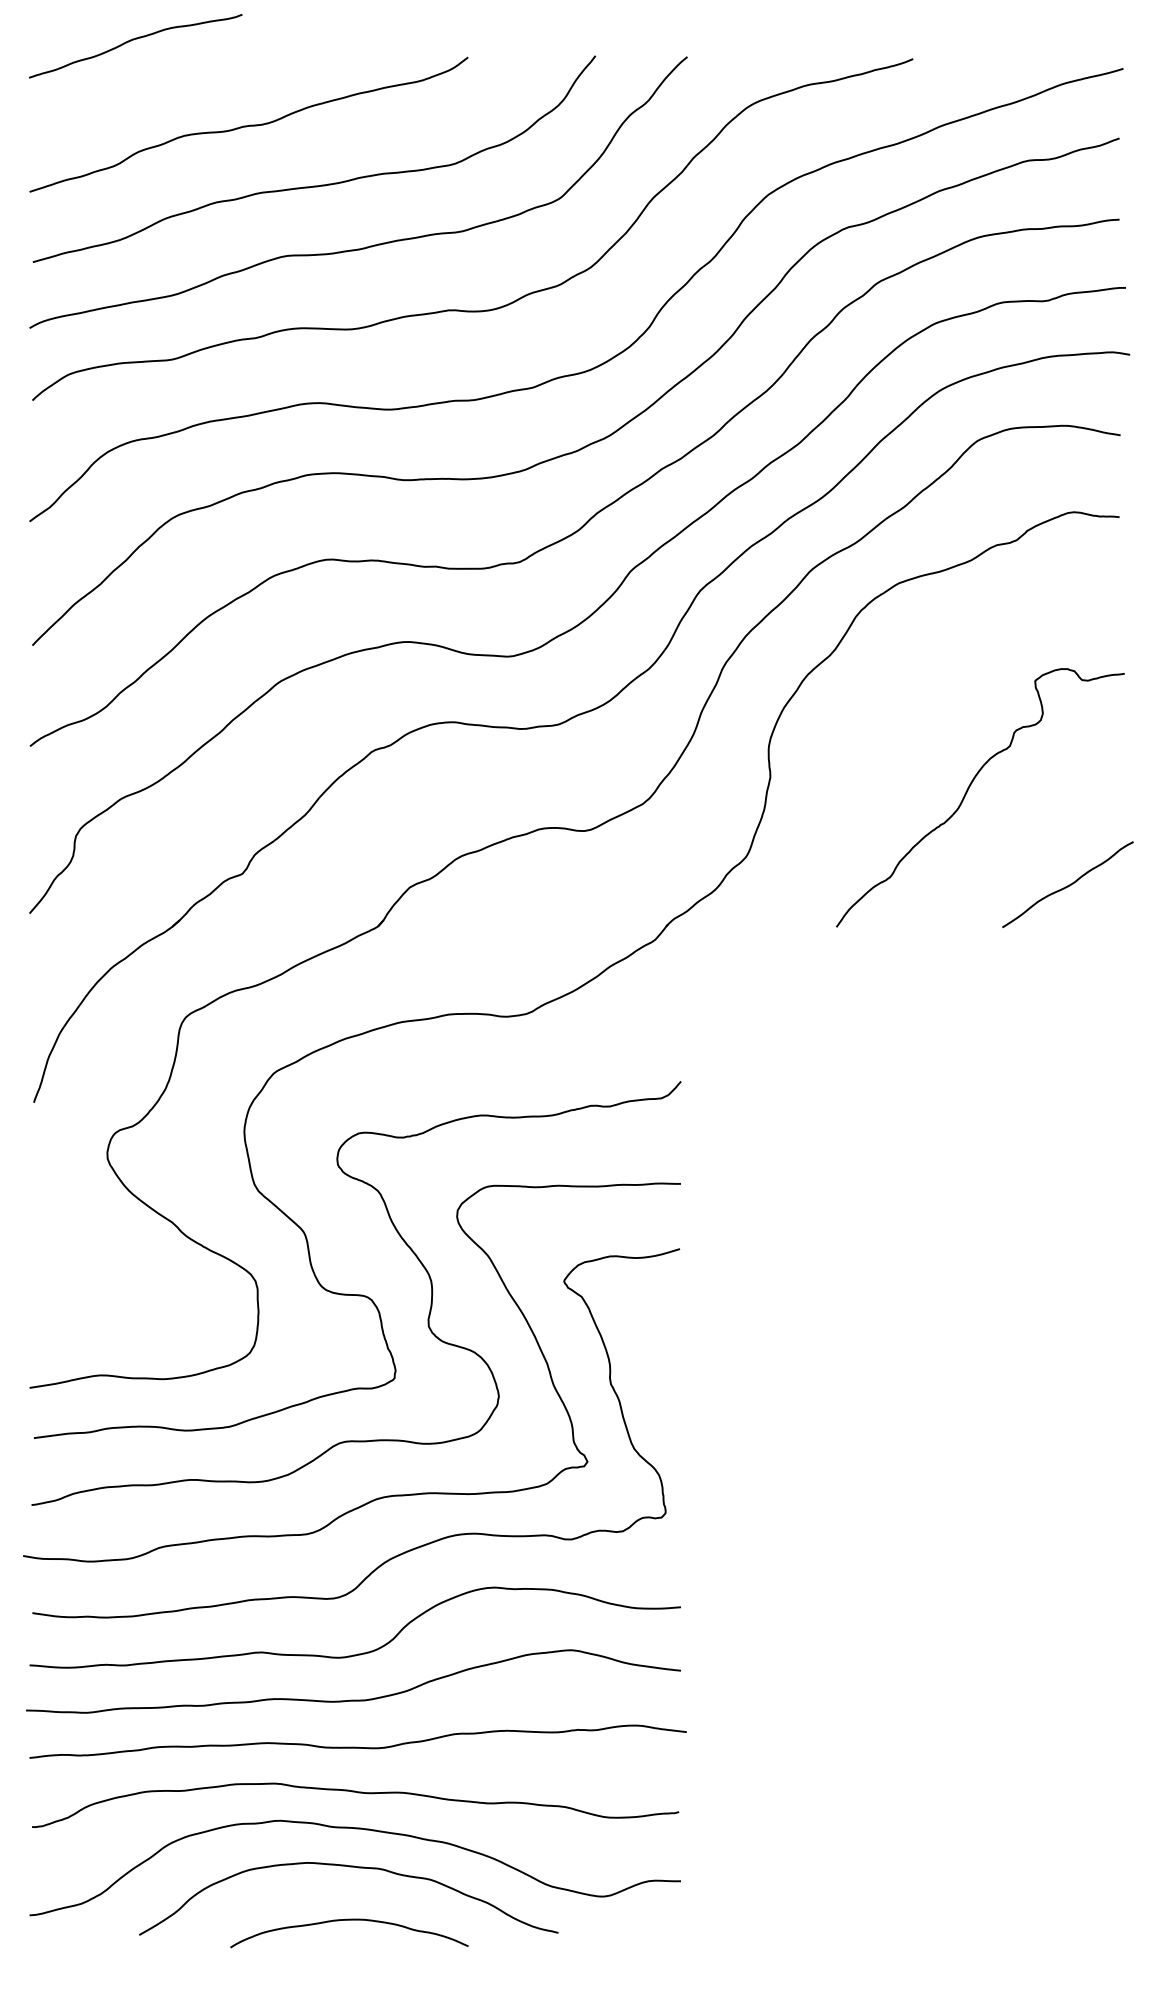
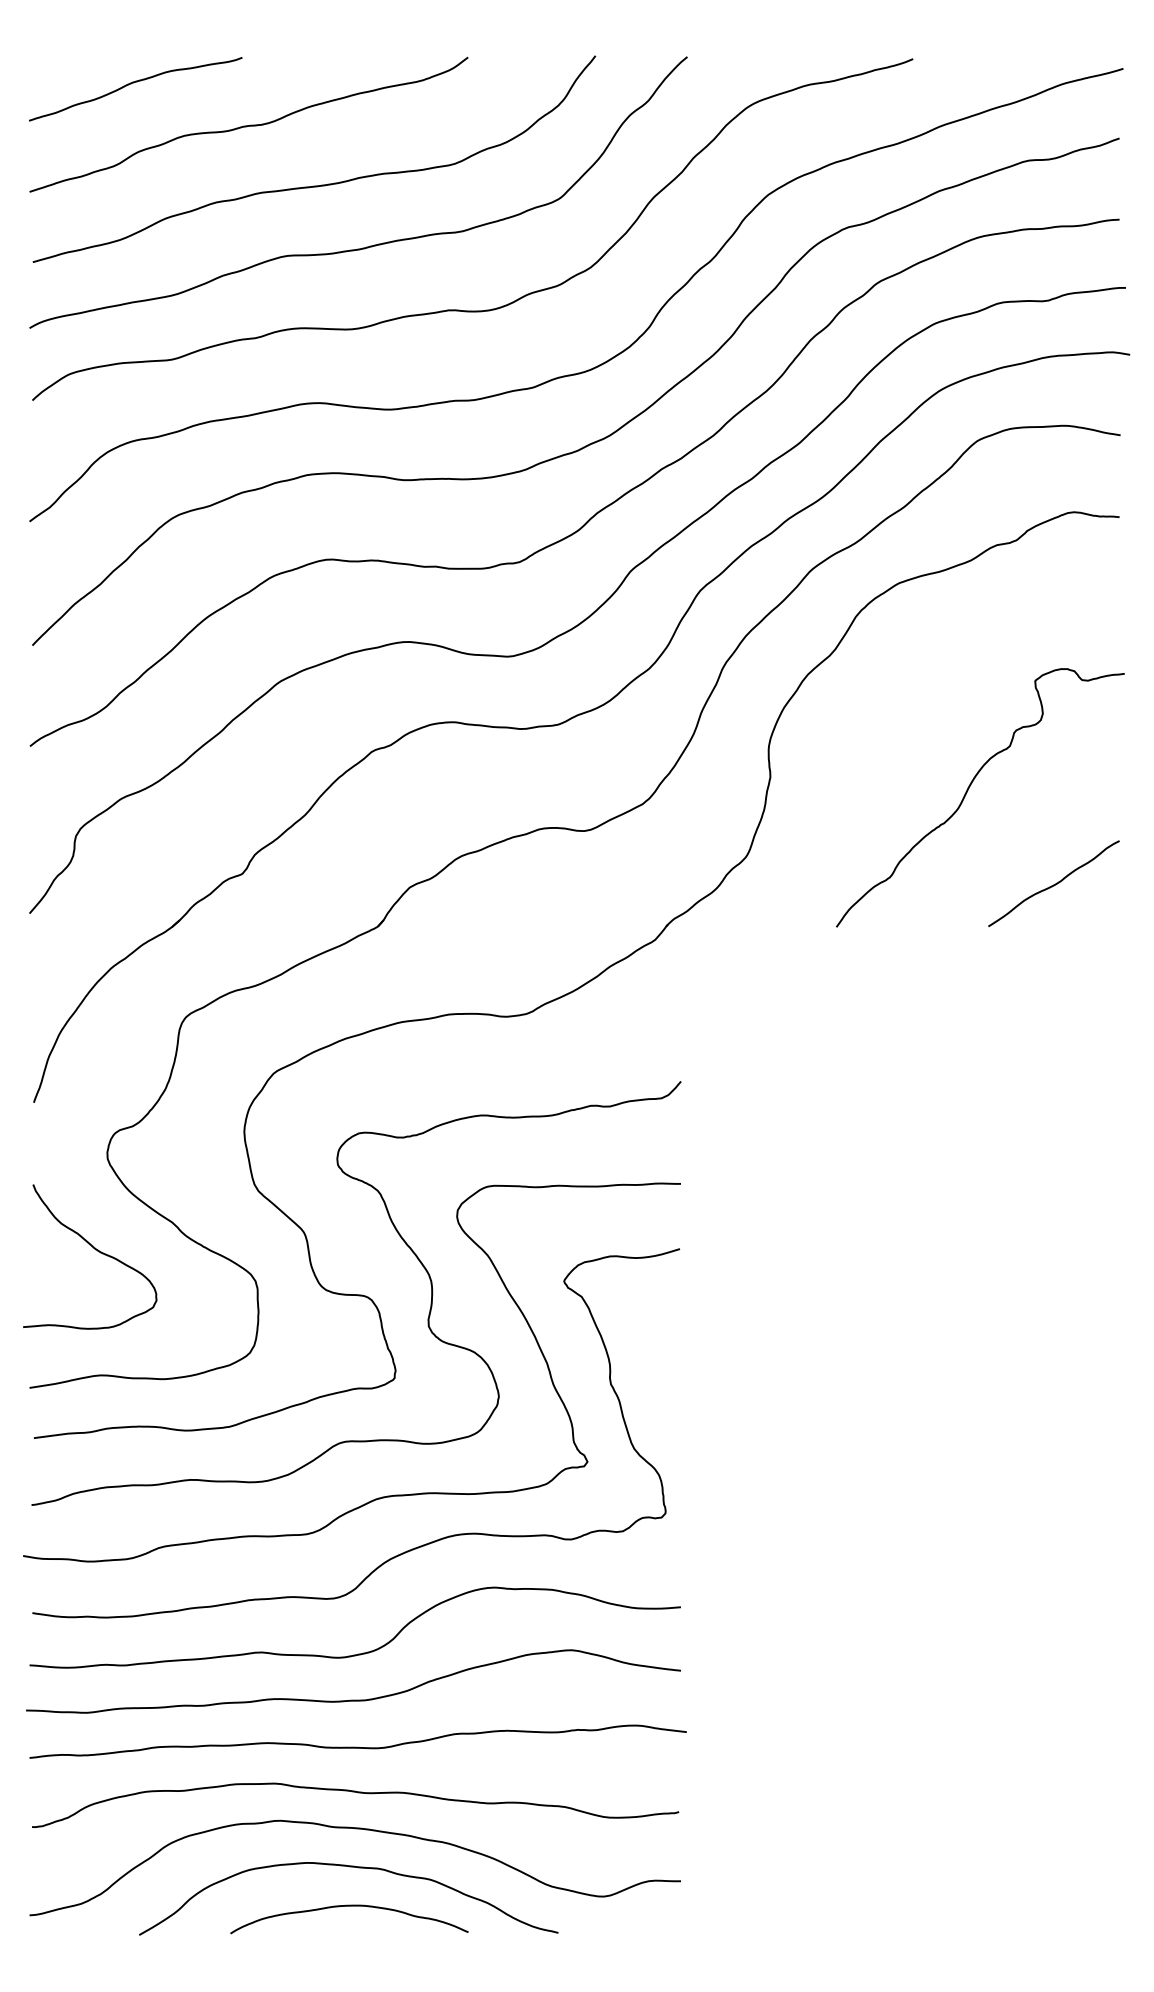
curve at (134, 40) position: (134, 40) -> (134, 83)
curve at (1067, 885) position: (1067, 885) -> (1053, 884)
curve at (95, 1250): none -> present
curve at (349, 1920) position: (349, 1920) -> (349, 1906)
